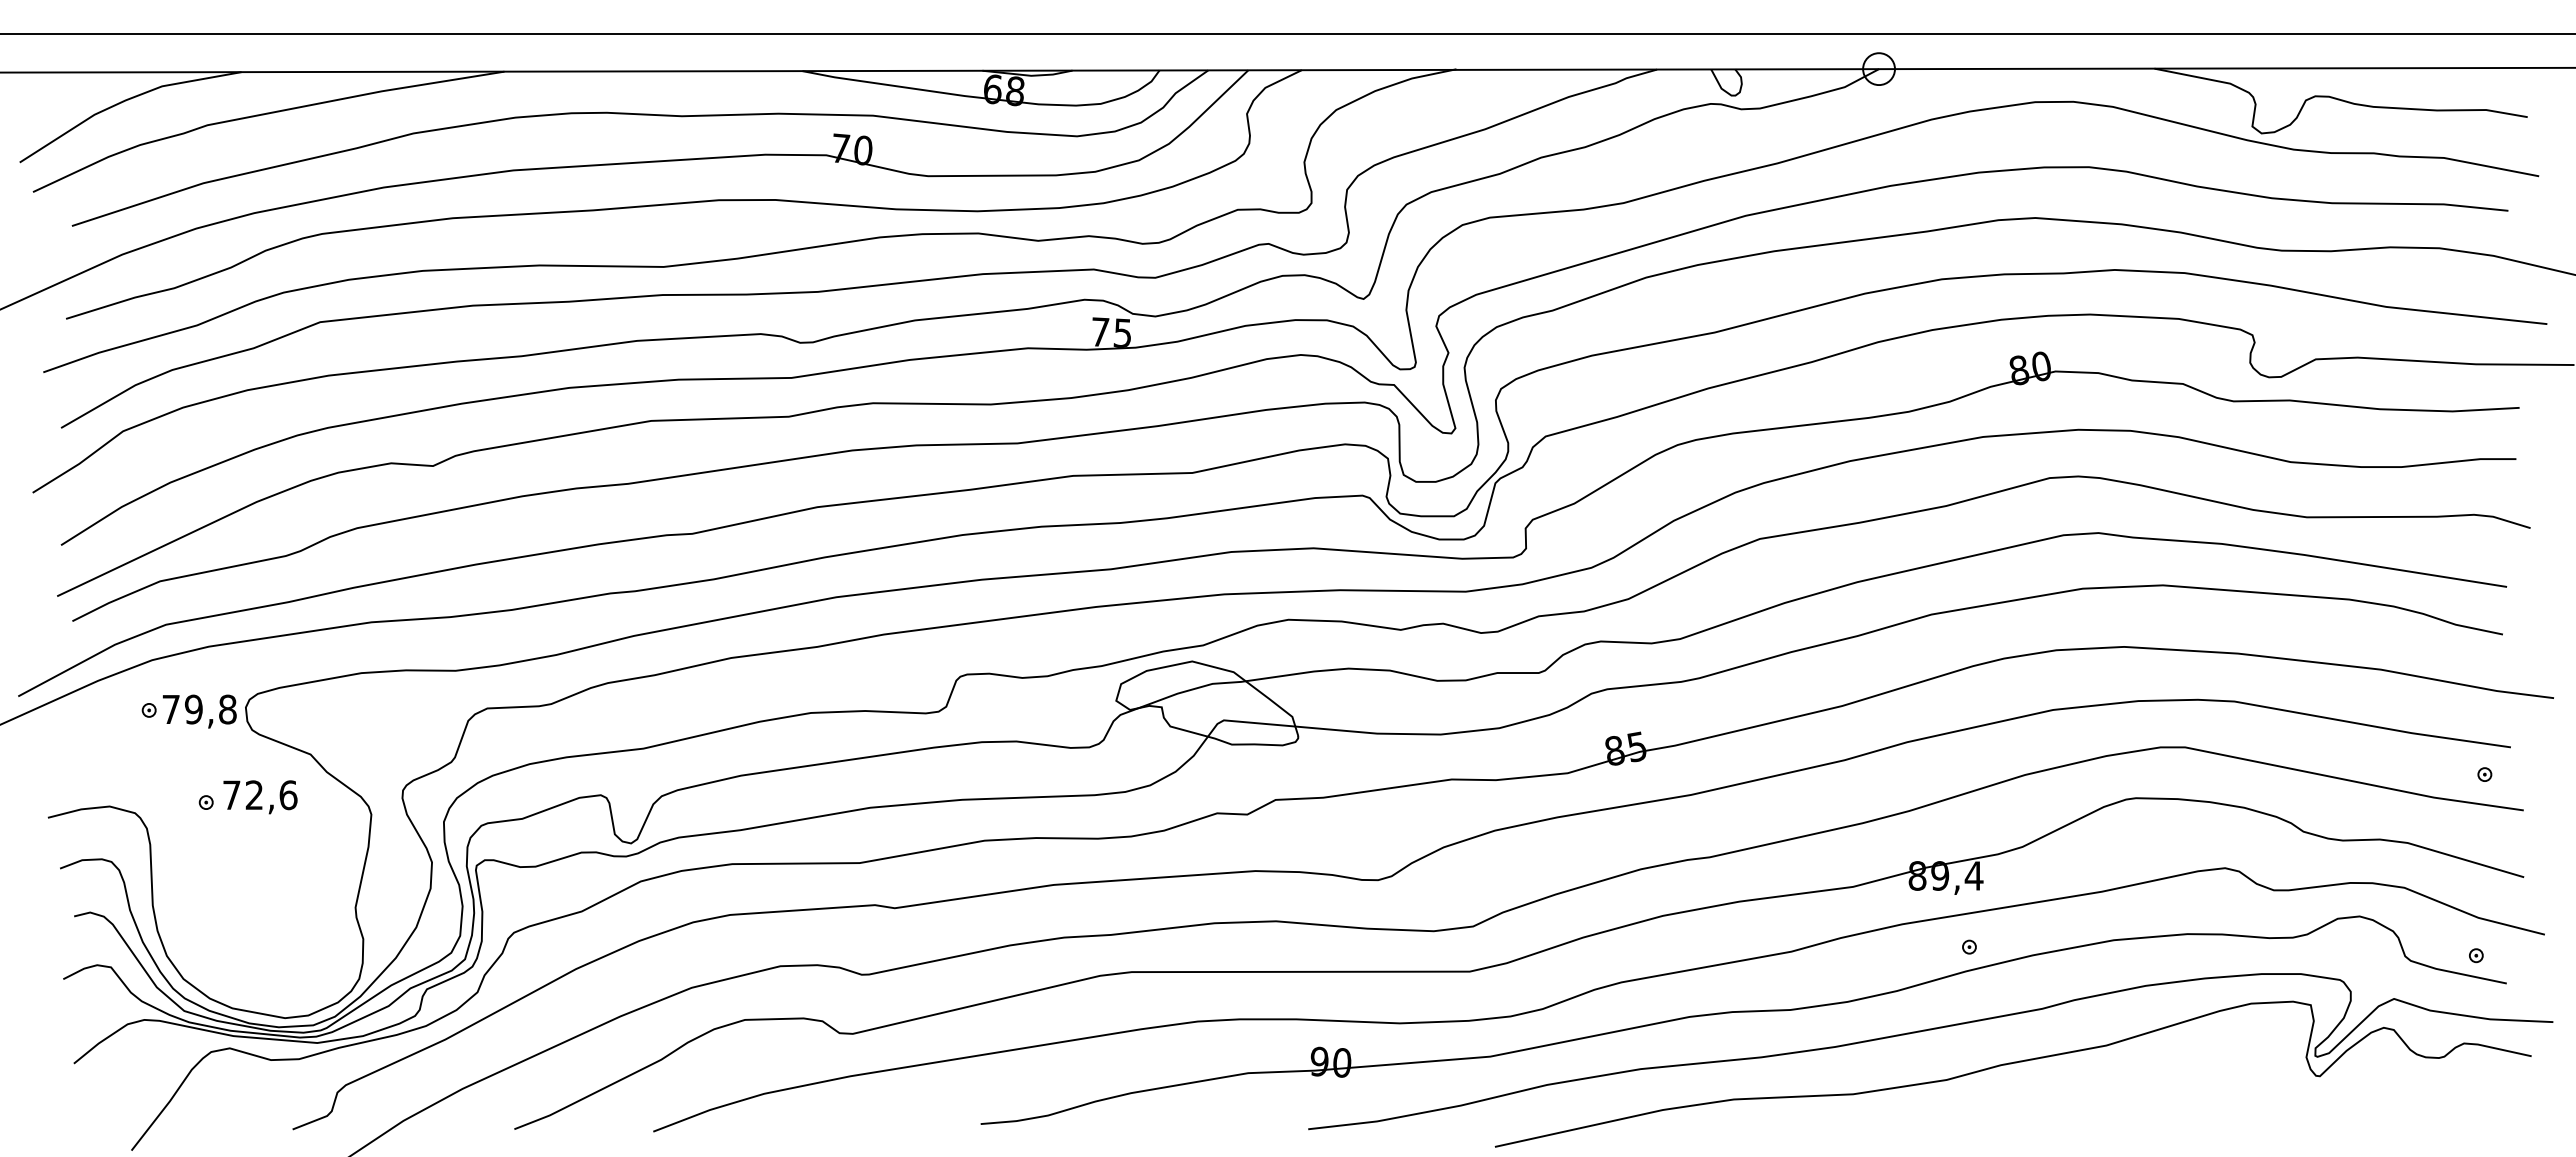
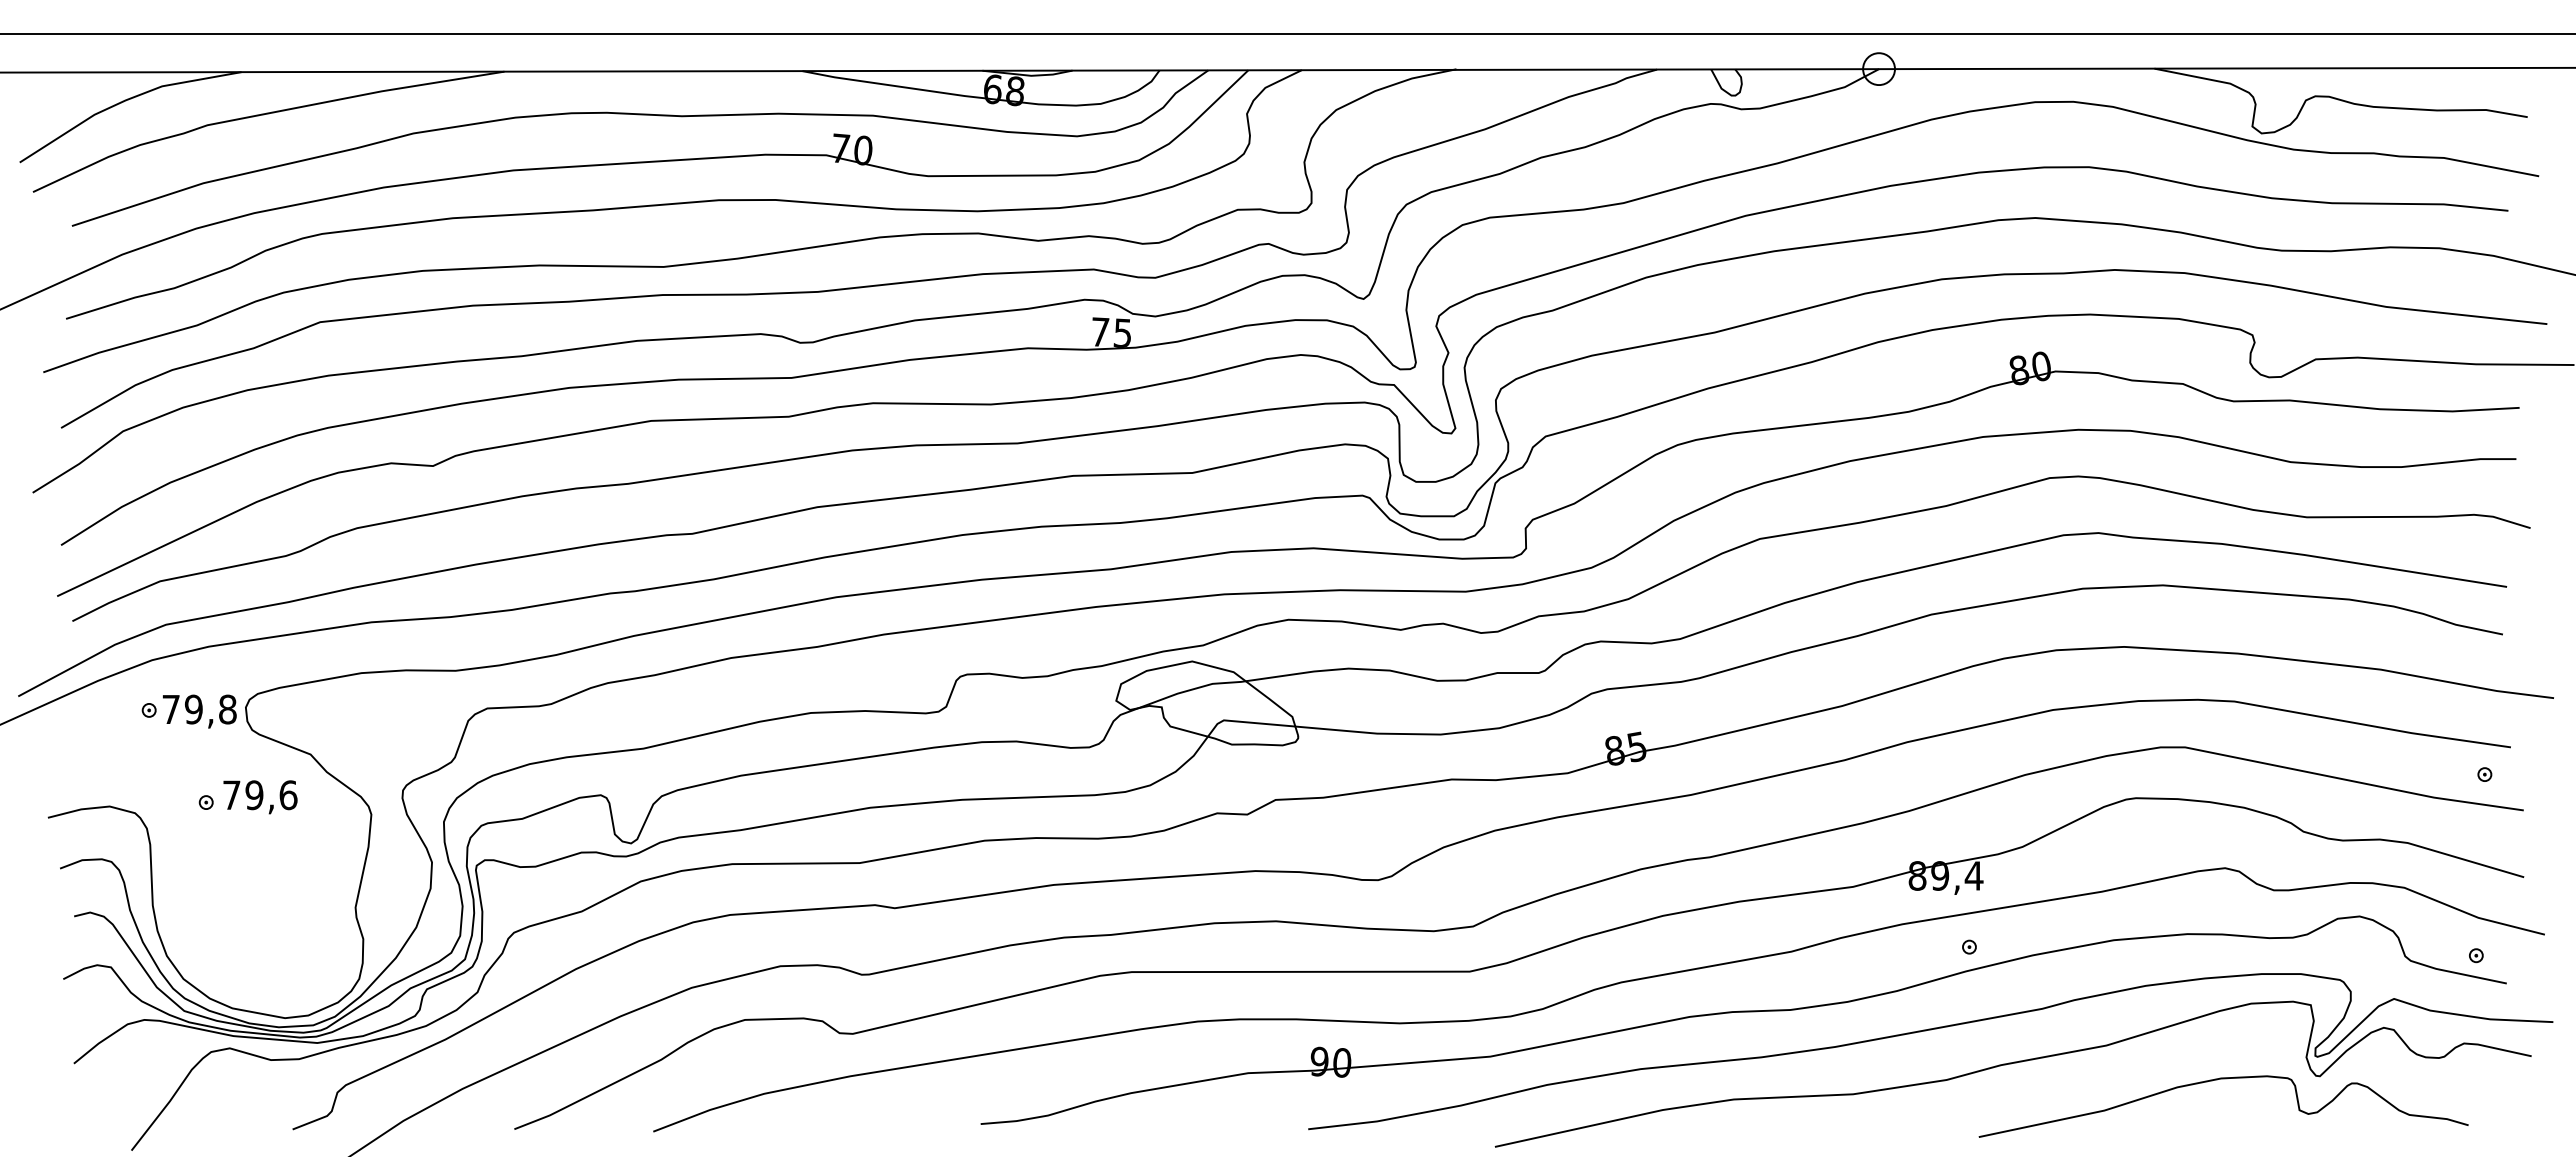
text at (254, 795): 72,6 -> 79,6
curve at (2217, 1080): none -> present
